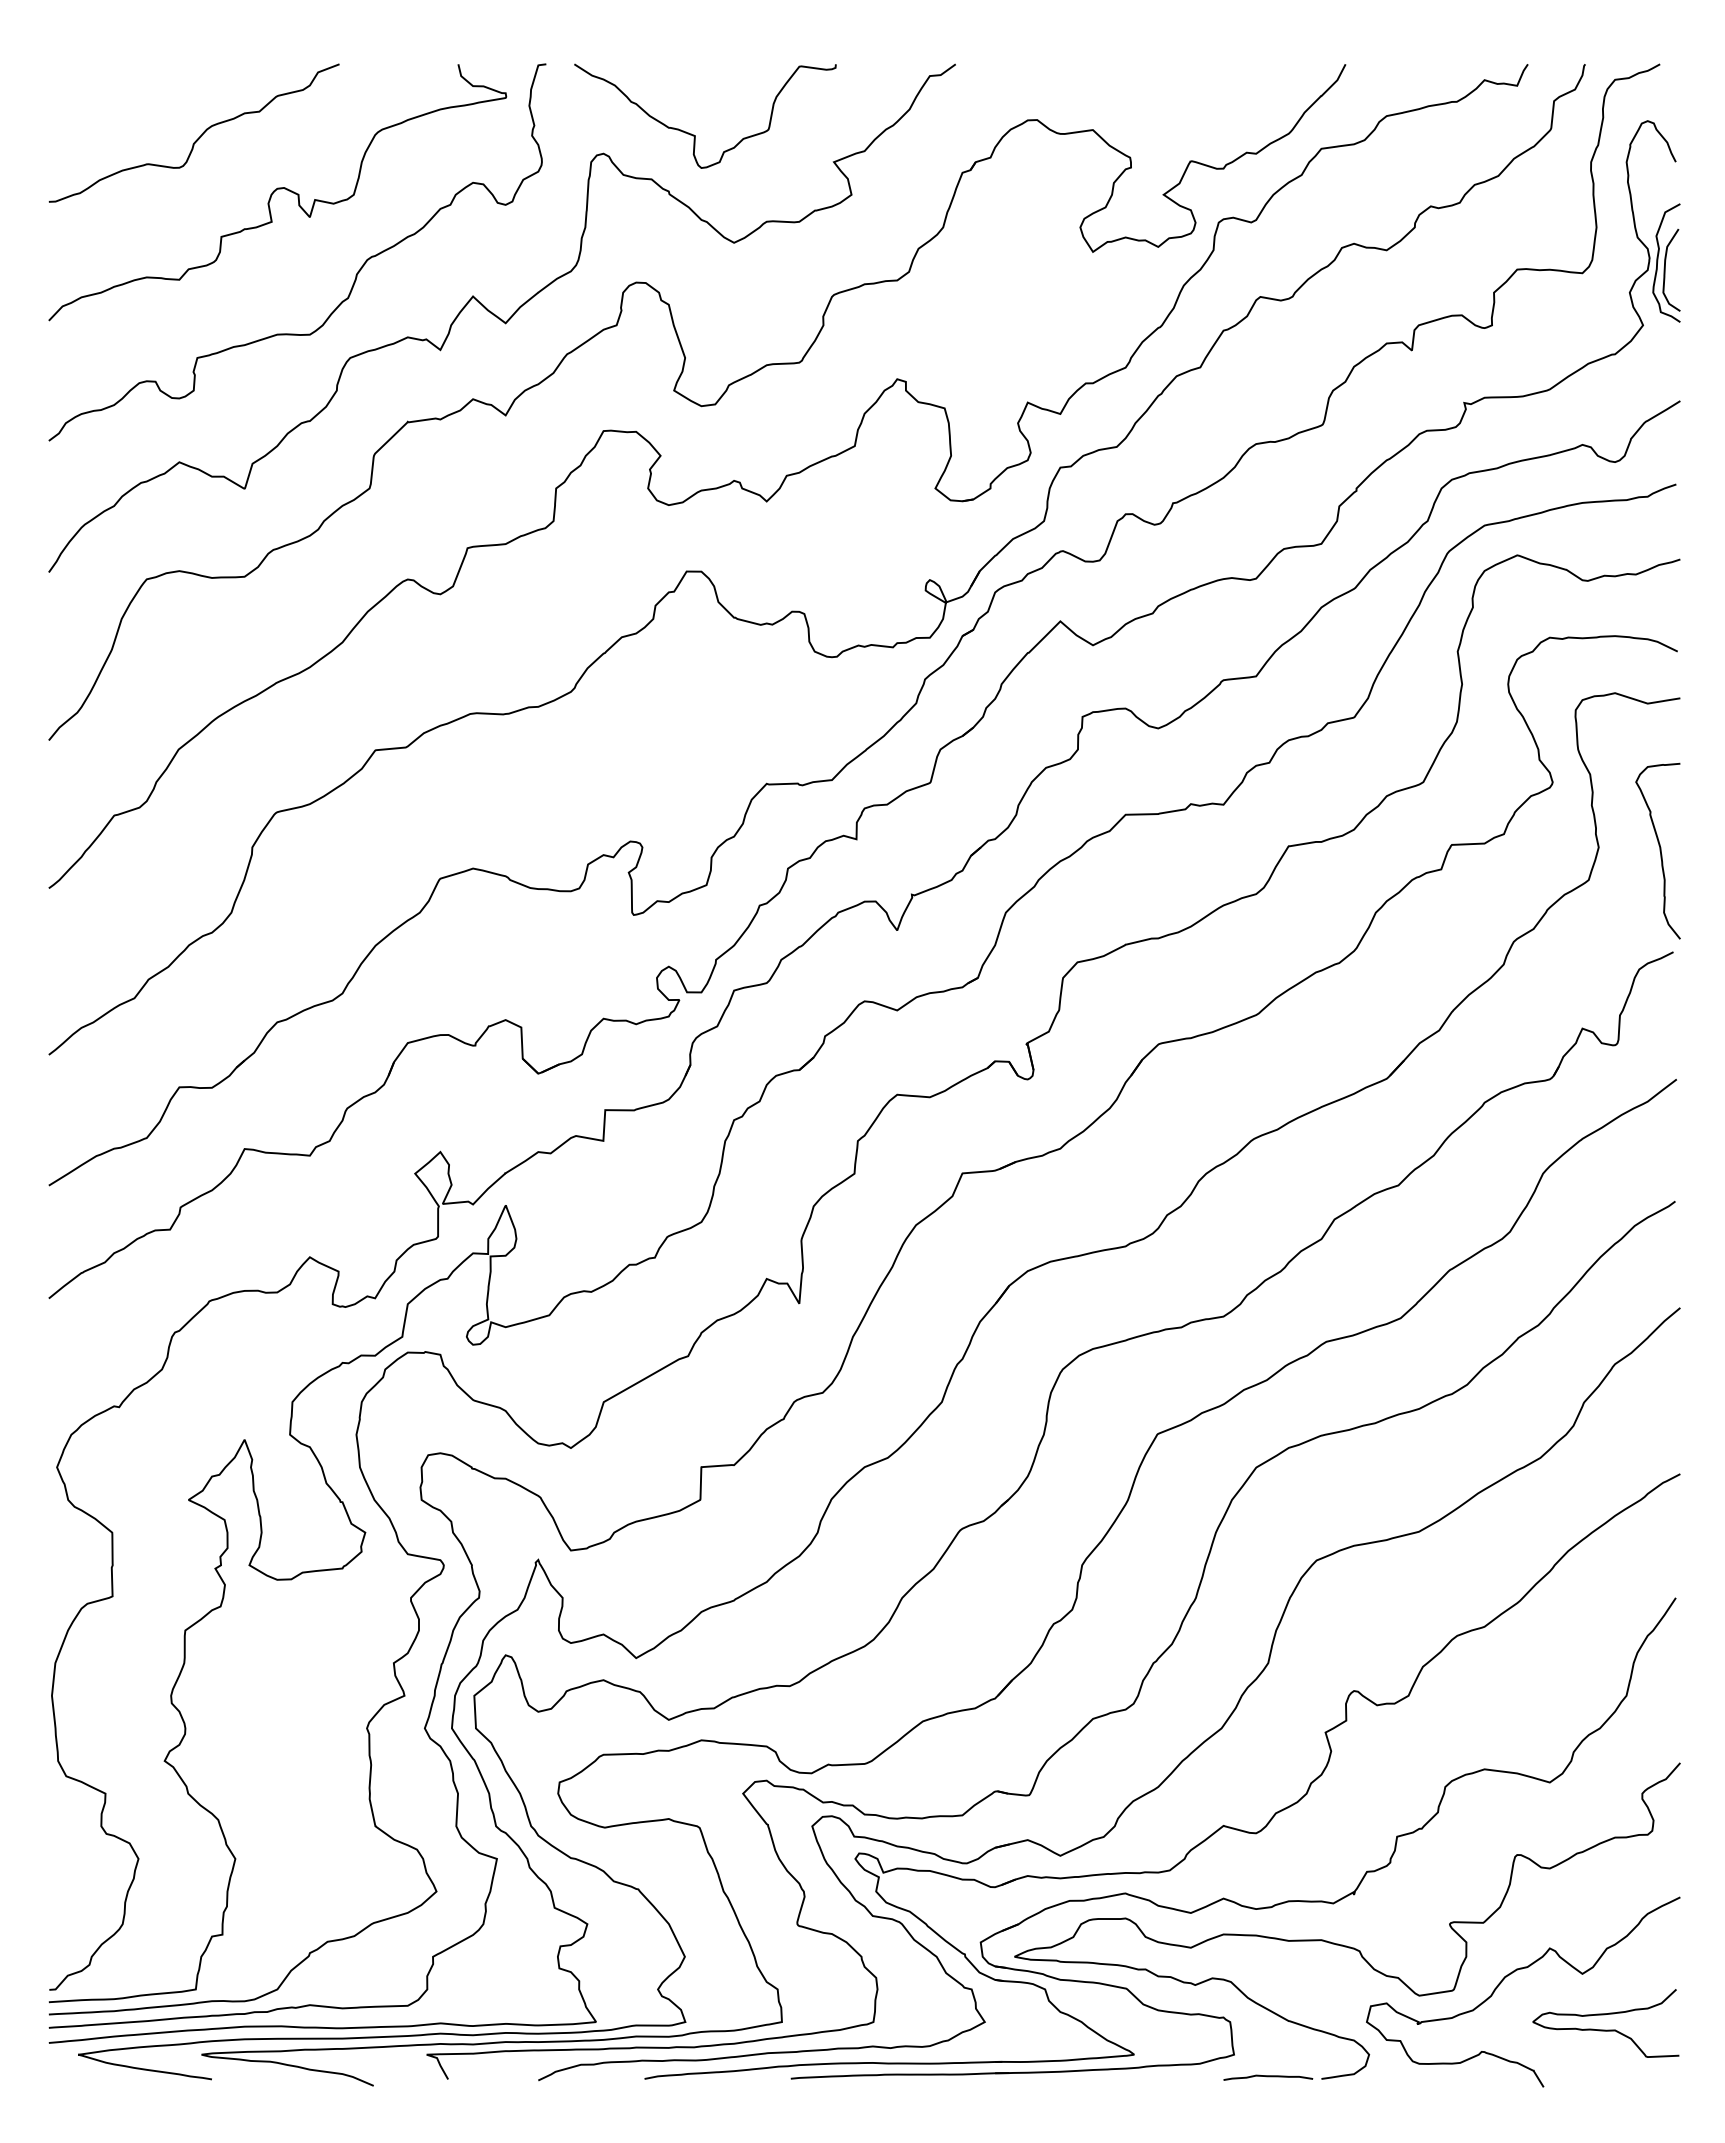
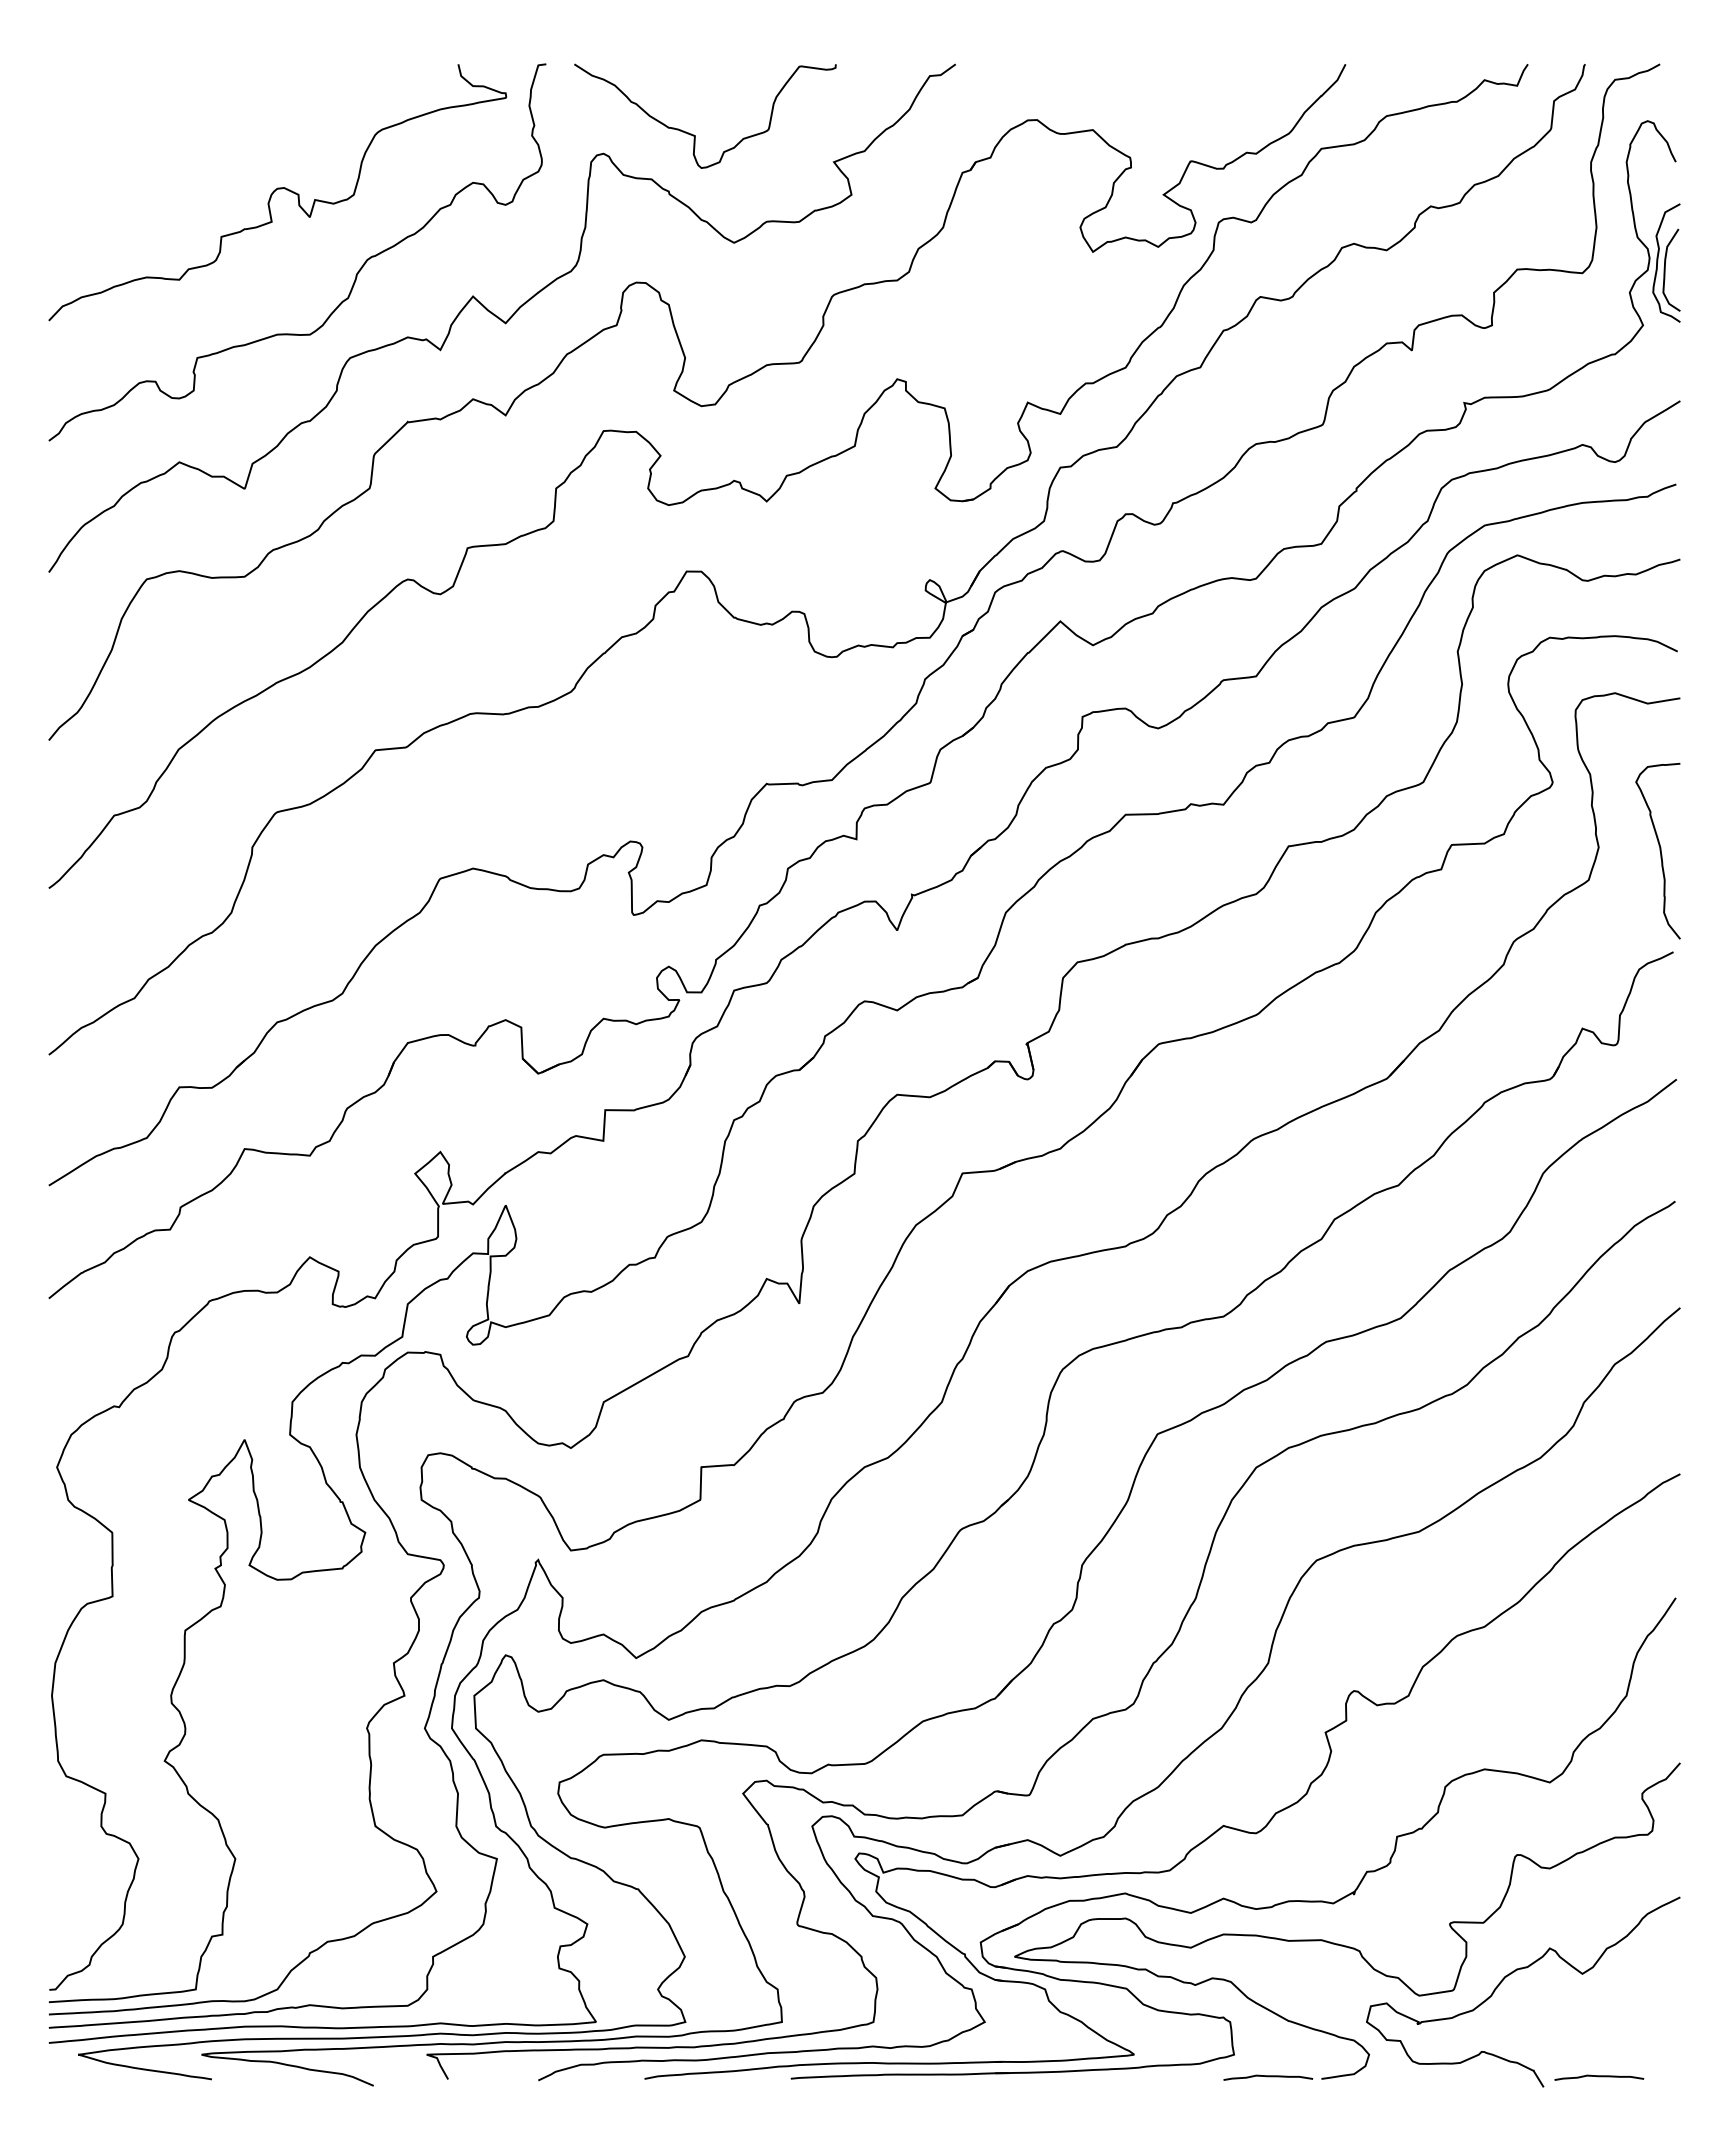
curve at (198, 137): present -> none
curve at (1605, 2029): present -> none
curve at (1599, 2077): none -> present
